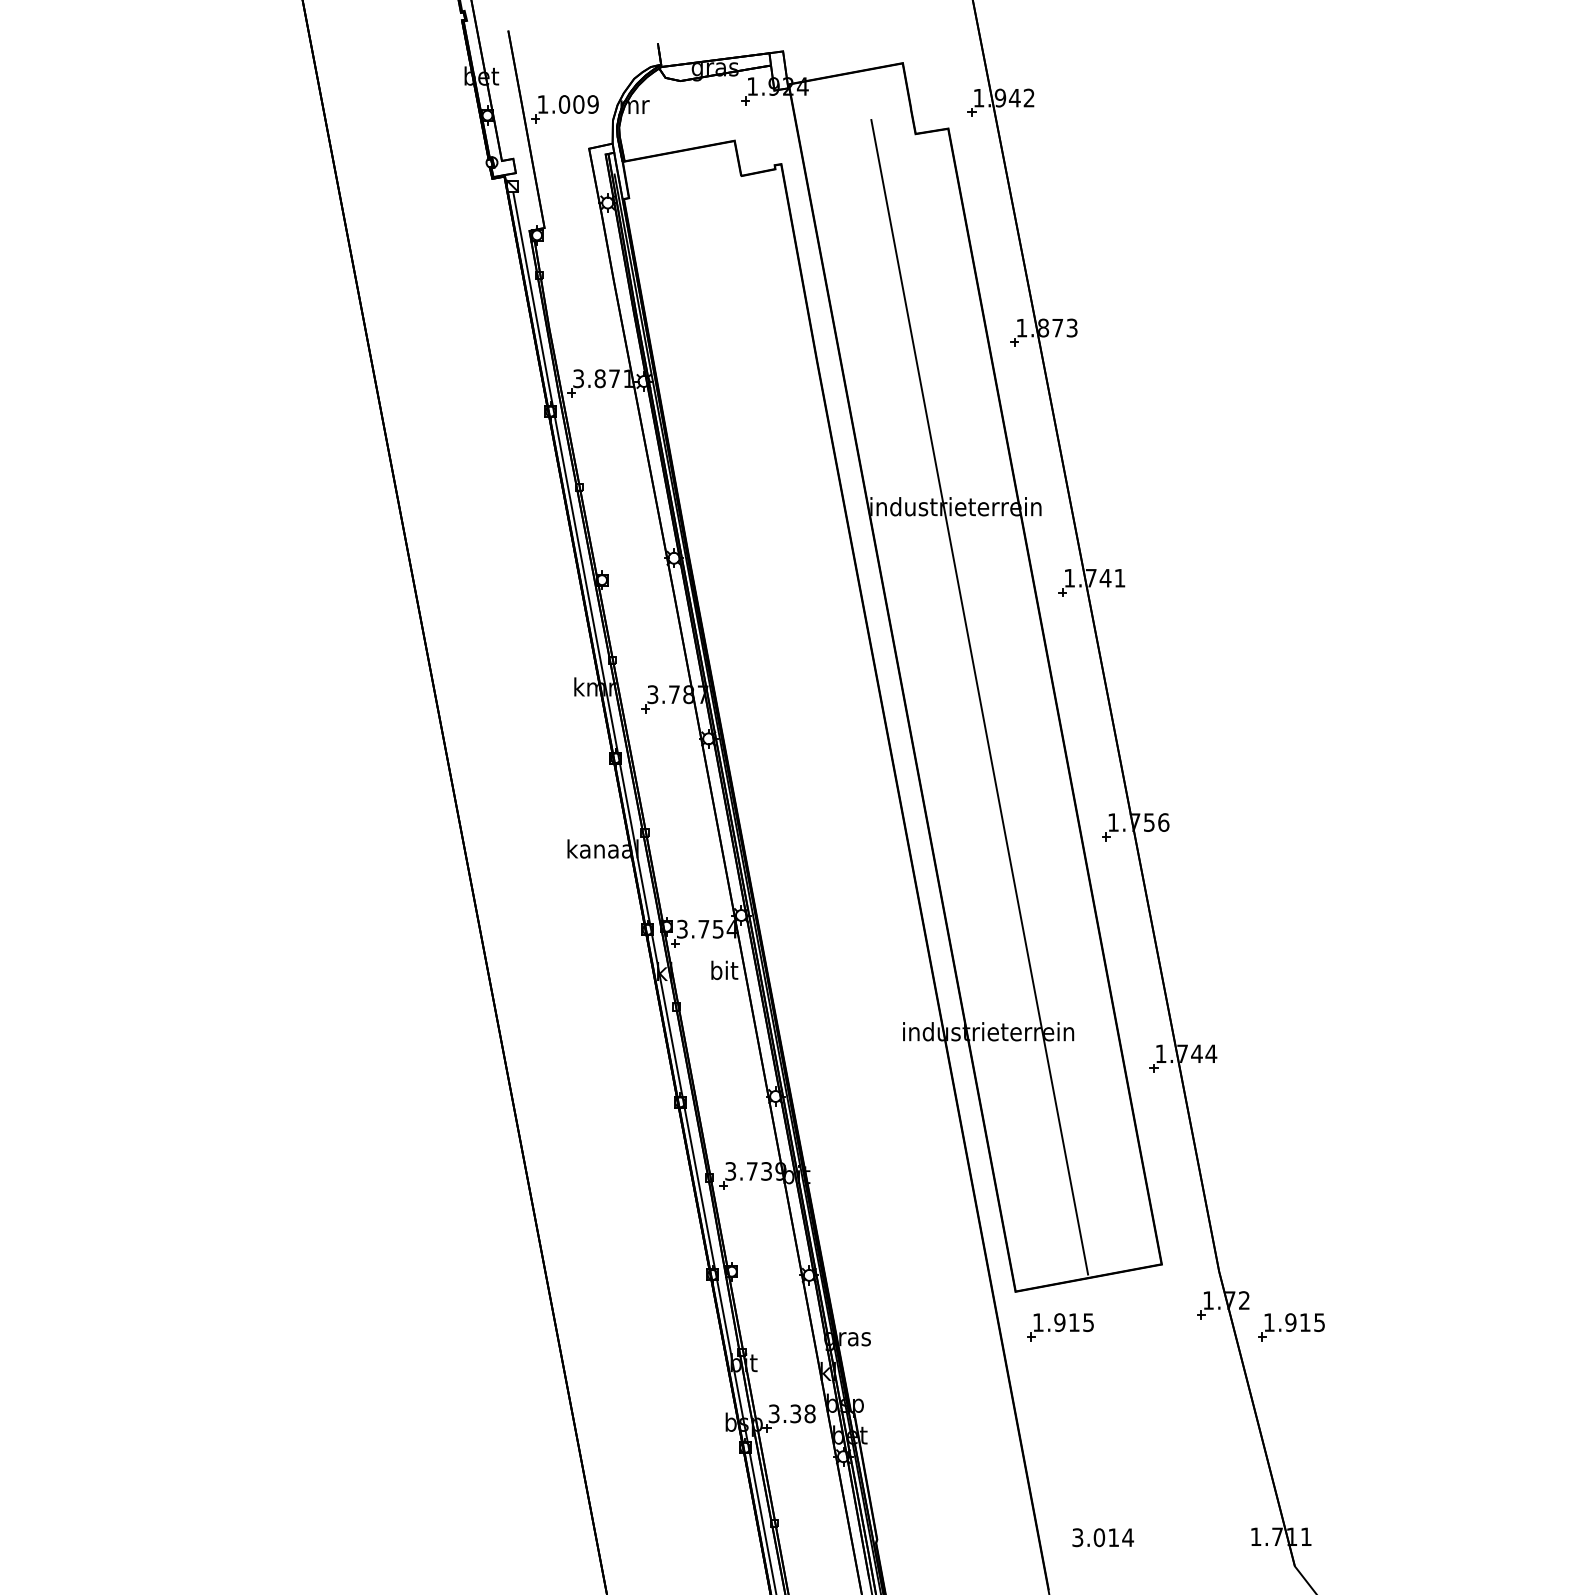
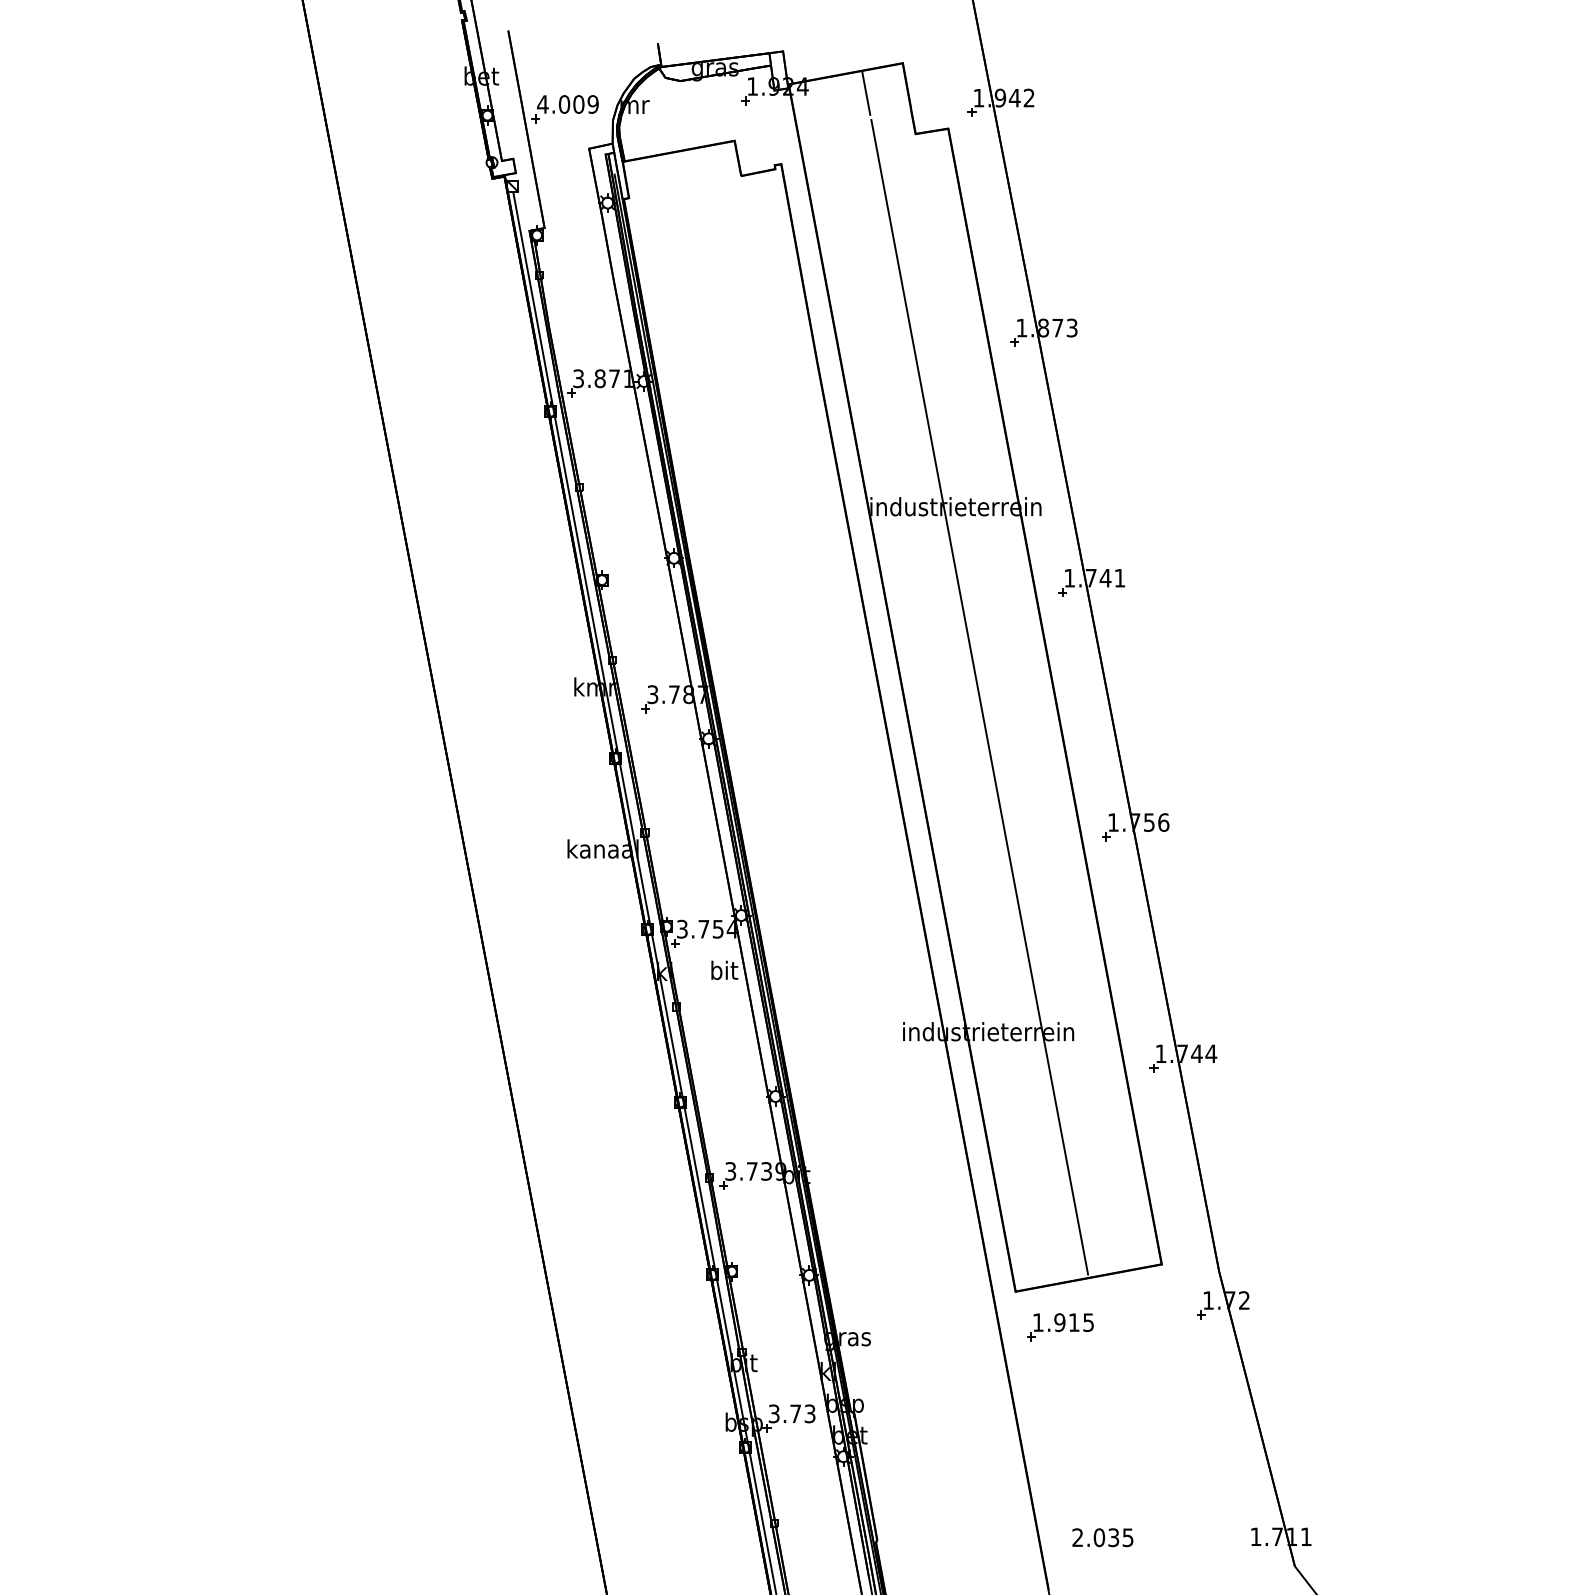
line at (866, 93): none -> present
text at (542, 104): 1.009 -> 4.009
part at (1291, 1327): present -> none
text at (802, 1413): 3.38 -> 3.73
text at (1103, 1537): 3.014 -> 2.035
